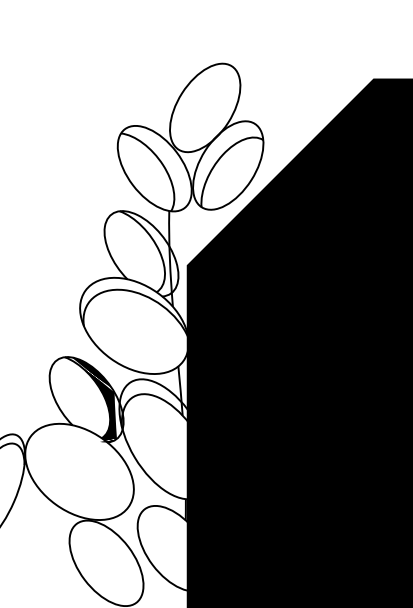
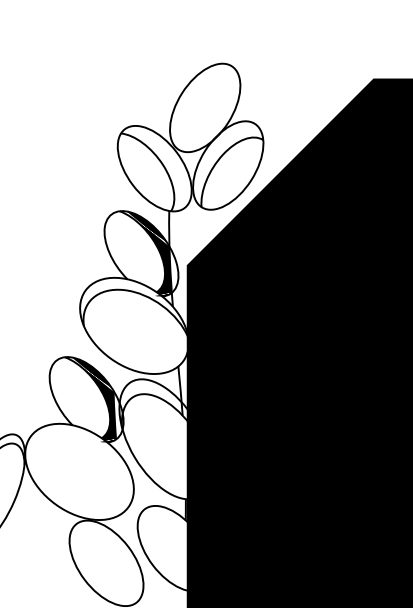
fill at (149, 253): none -> present
